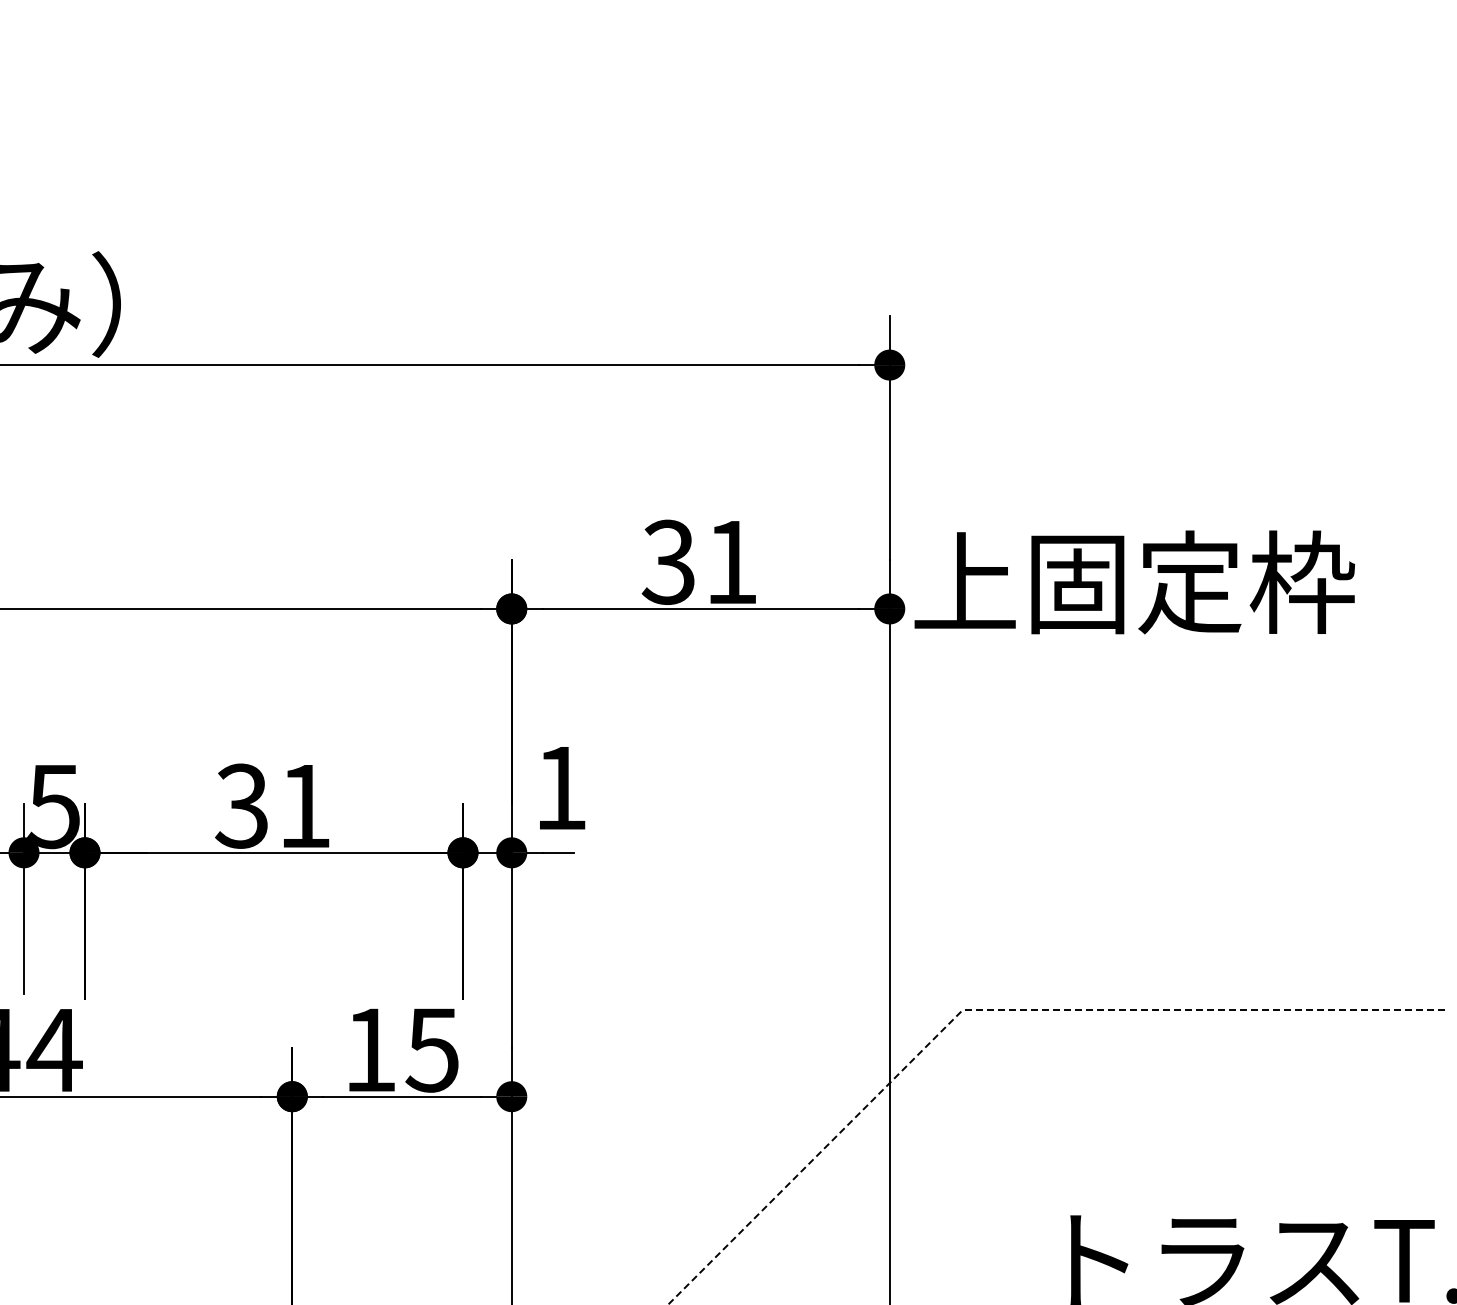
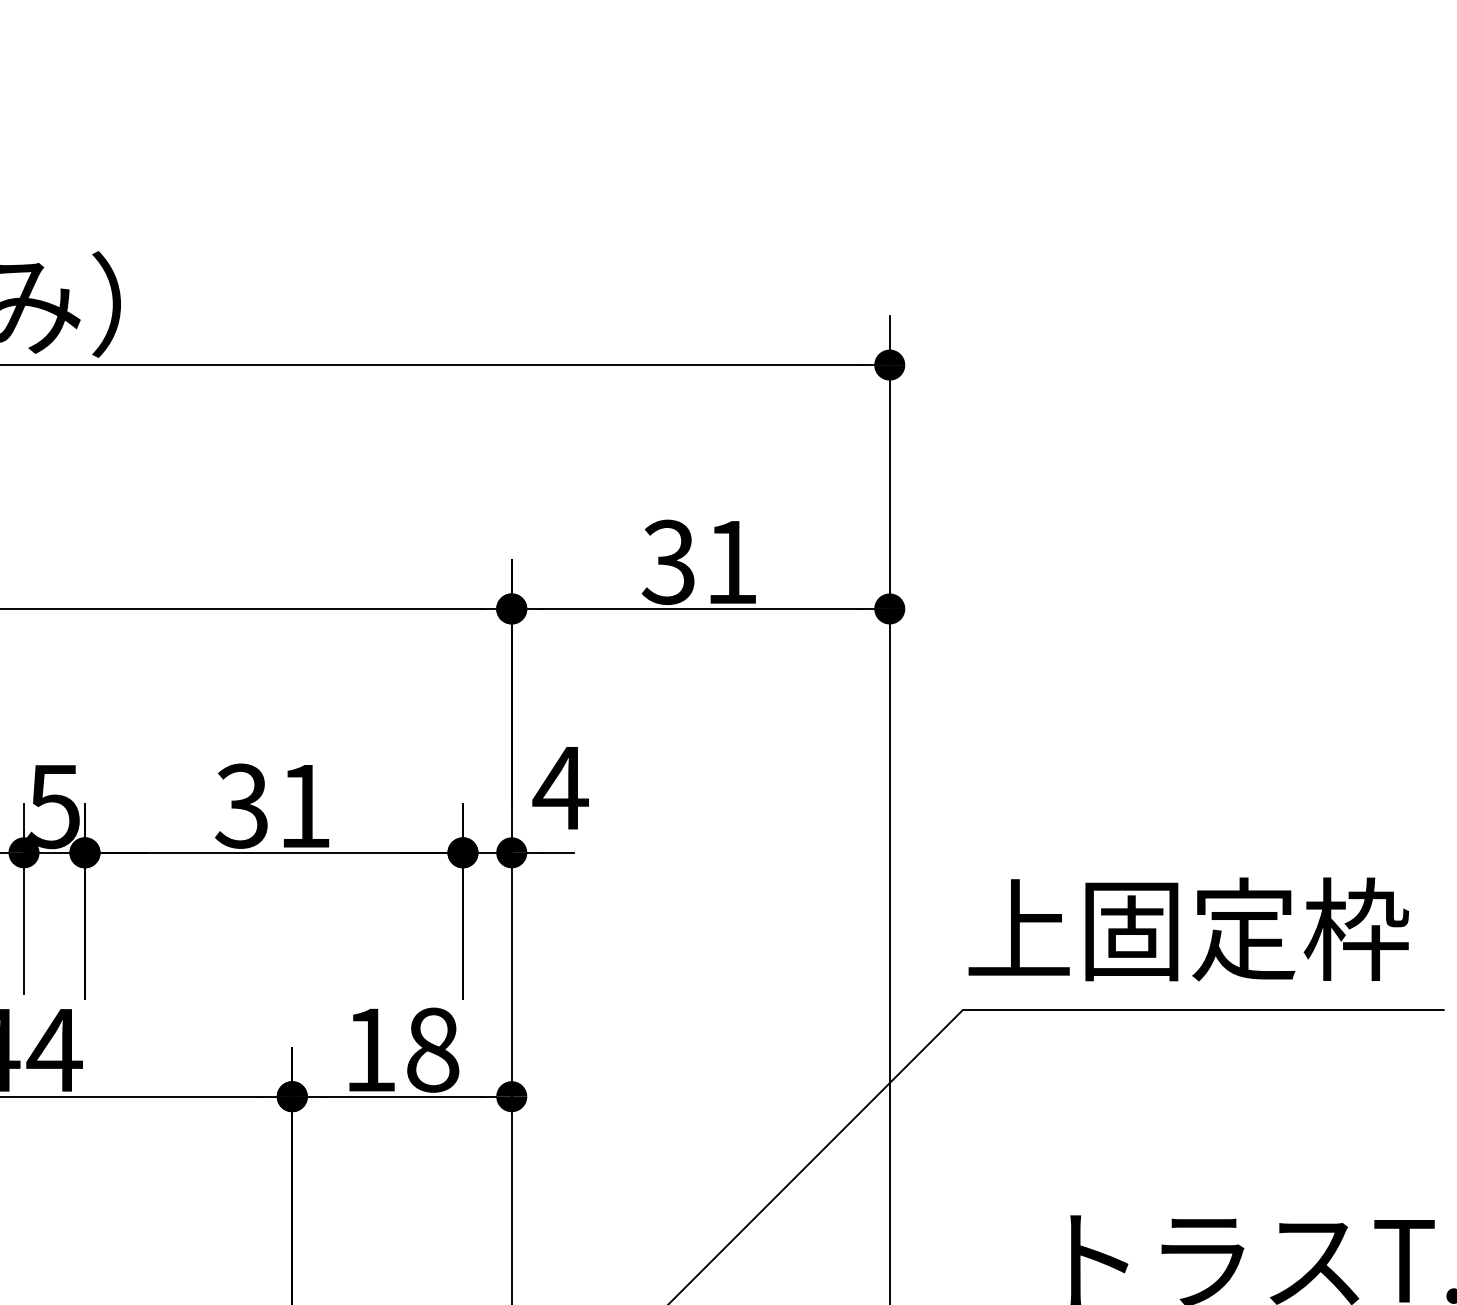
text at (1134, 582) position: (1134, 582) -> (1188, 929)
text at (560, 788): 1 -> 4
line at (994, 1010): dashed -> solid
text at (432, 1049): 15 -> 18
